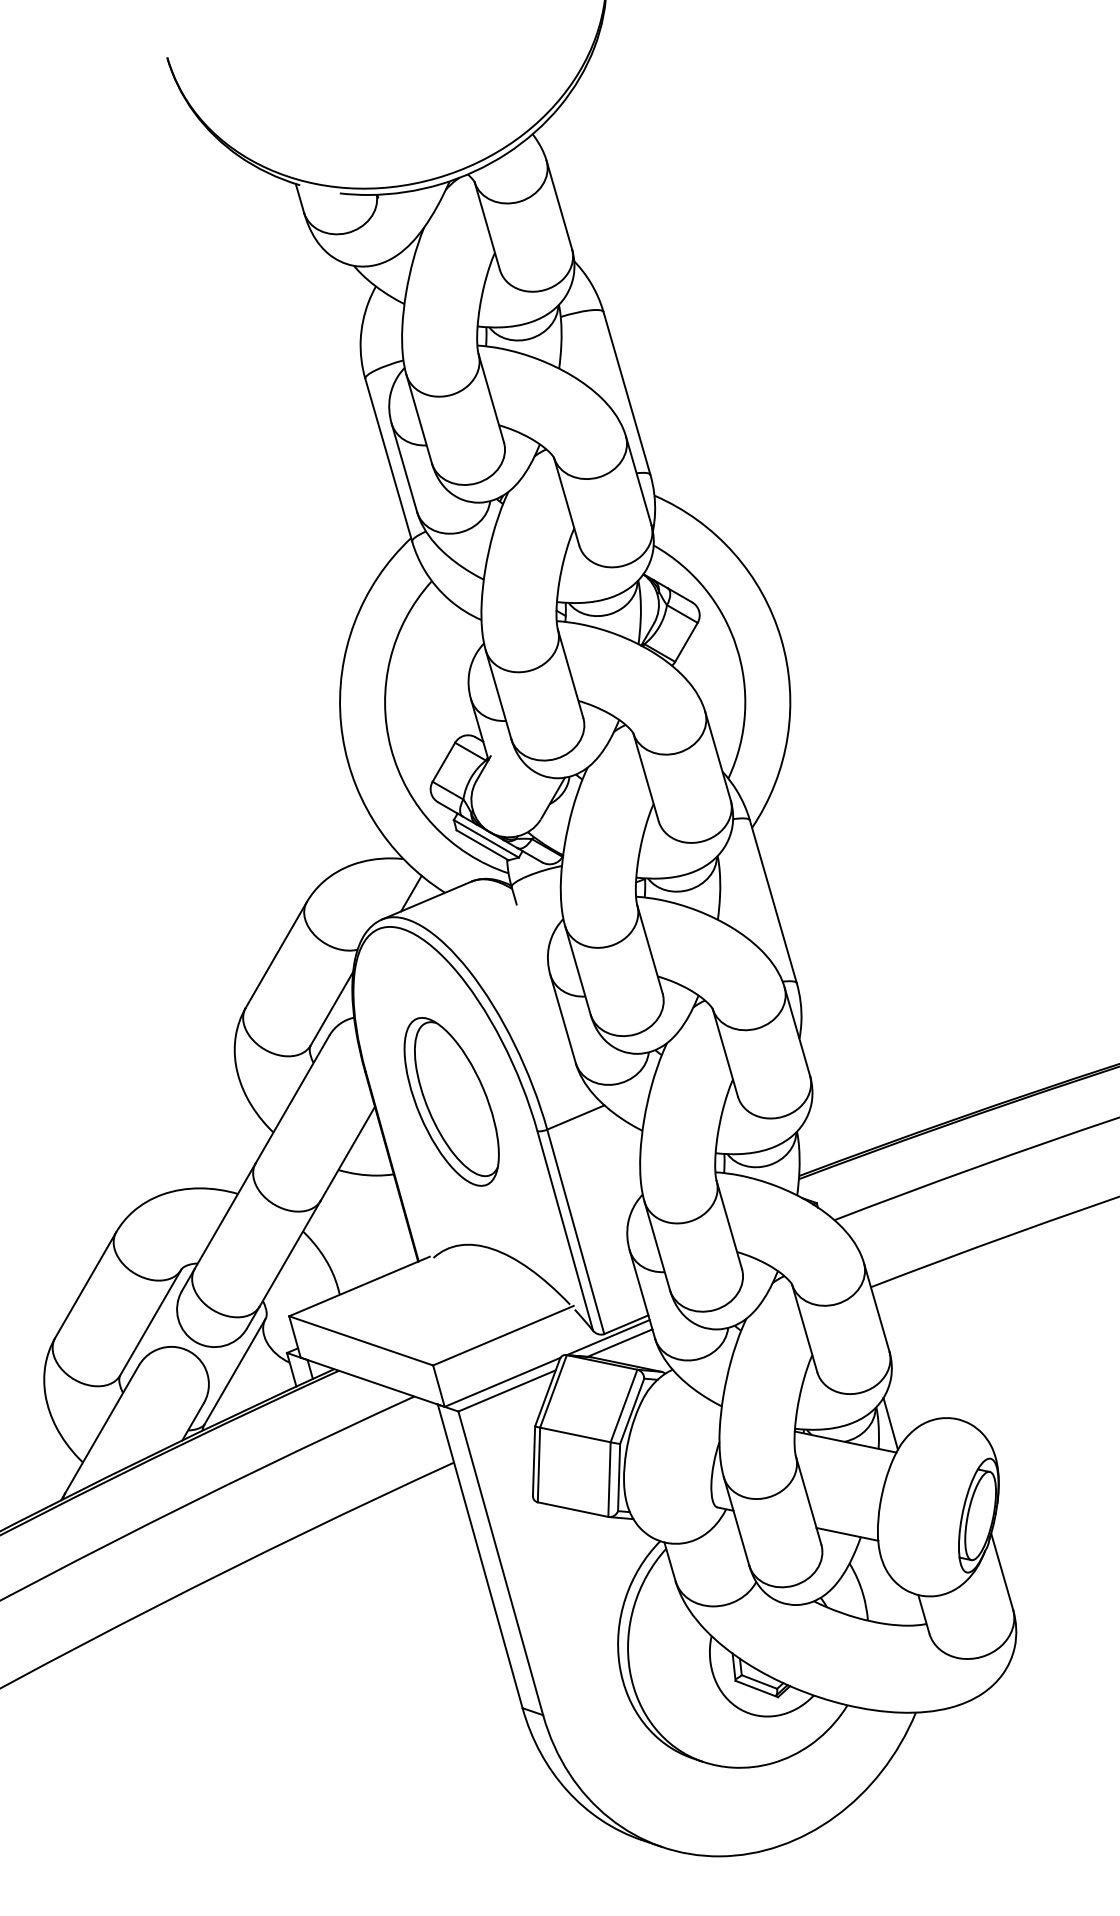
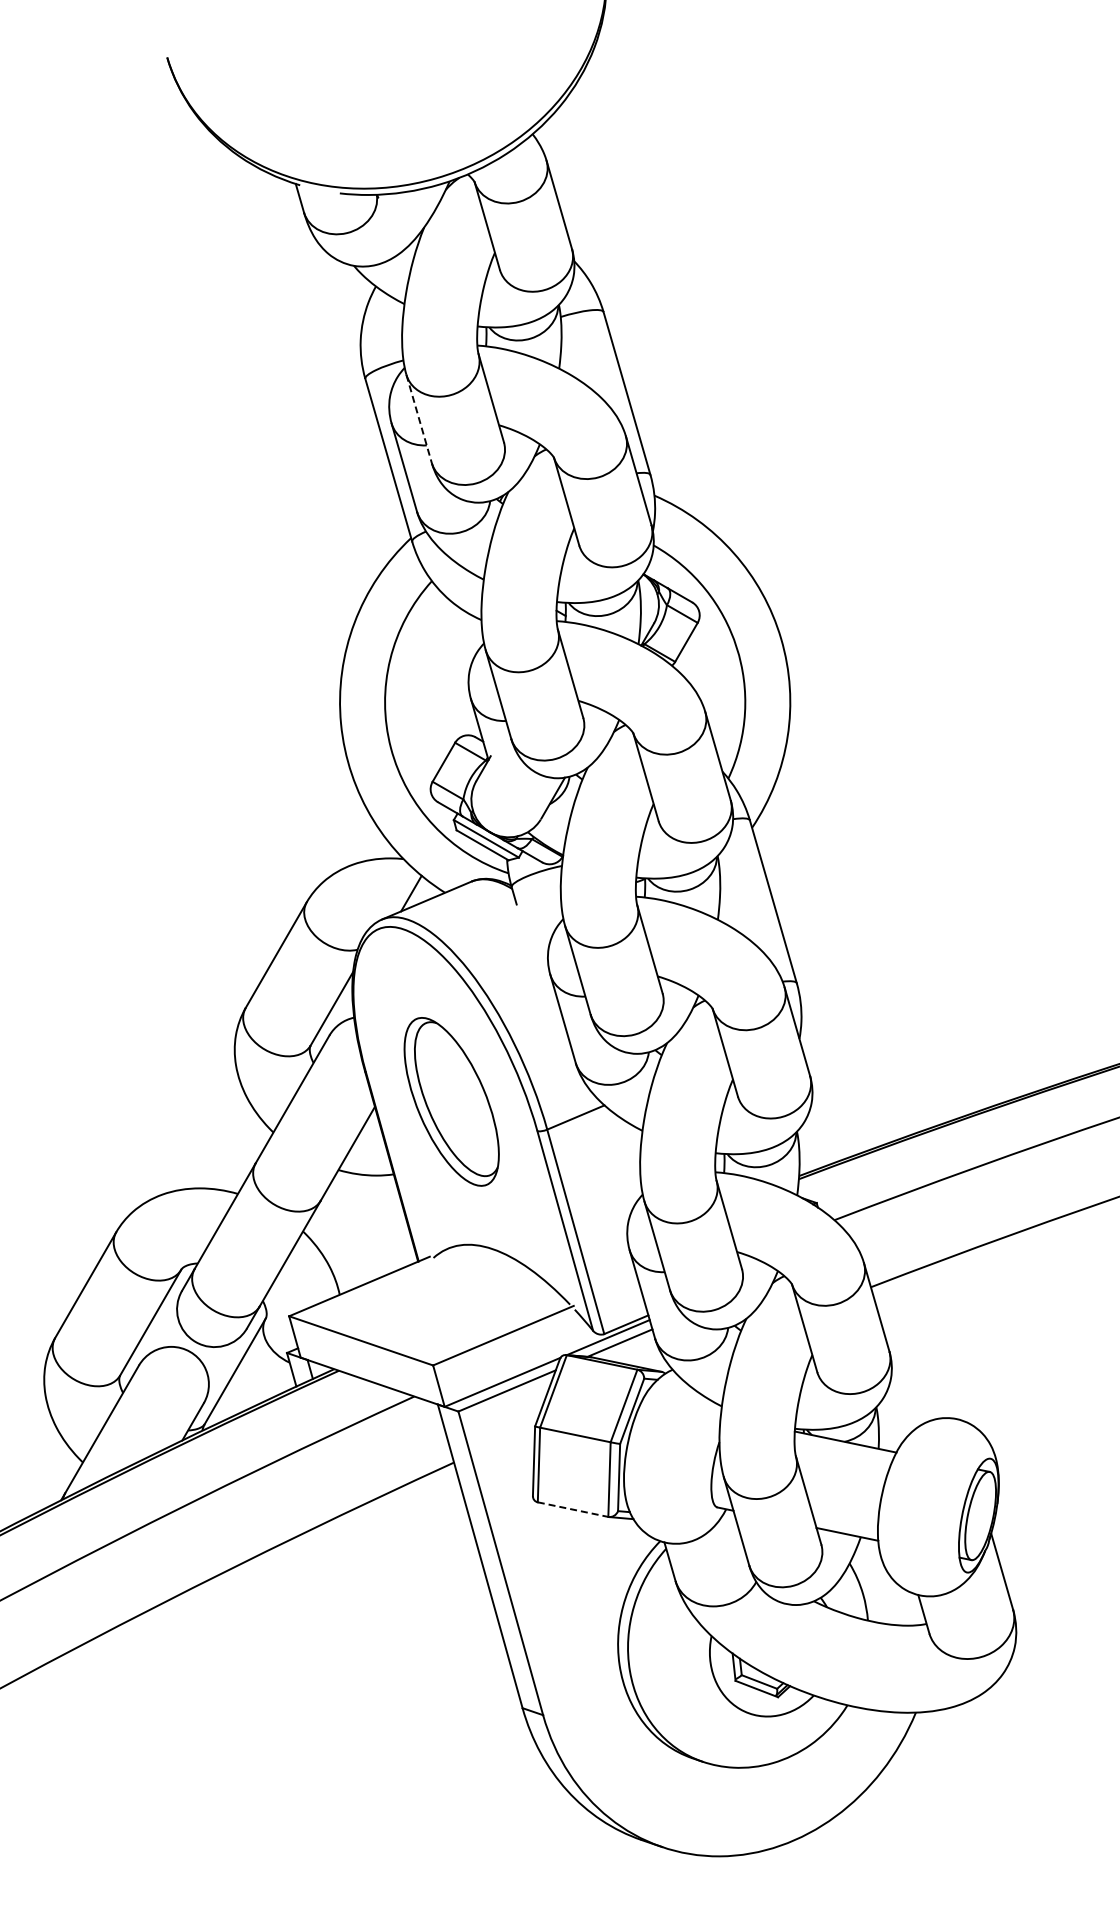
line at (419, 419): solid -> dashed
line at (890, 1423): present -> none
line at (573, 1509): solid -> dashed
